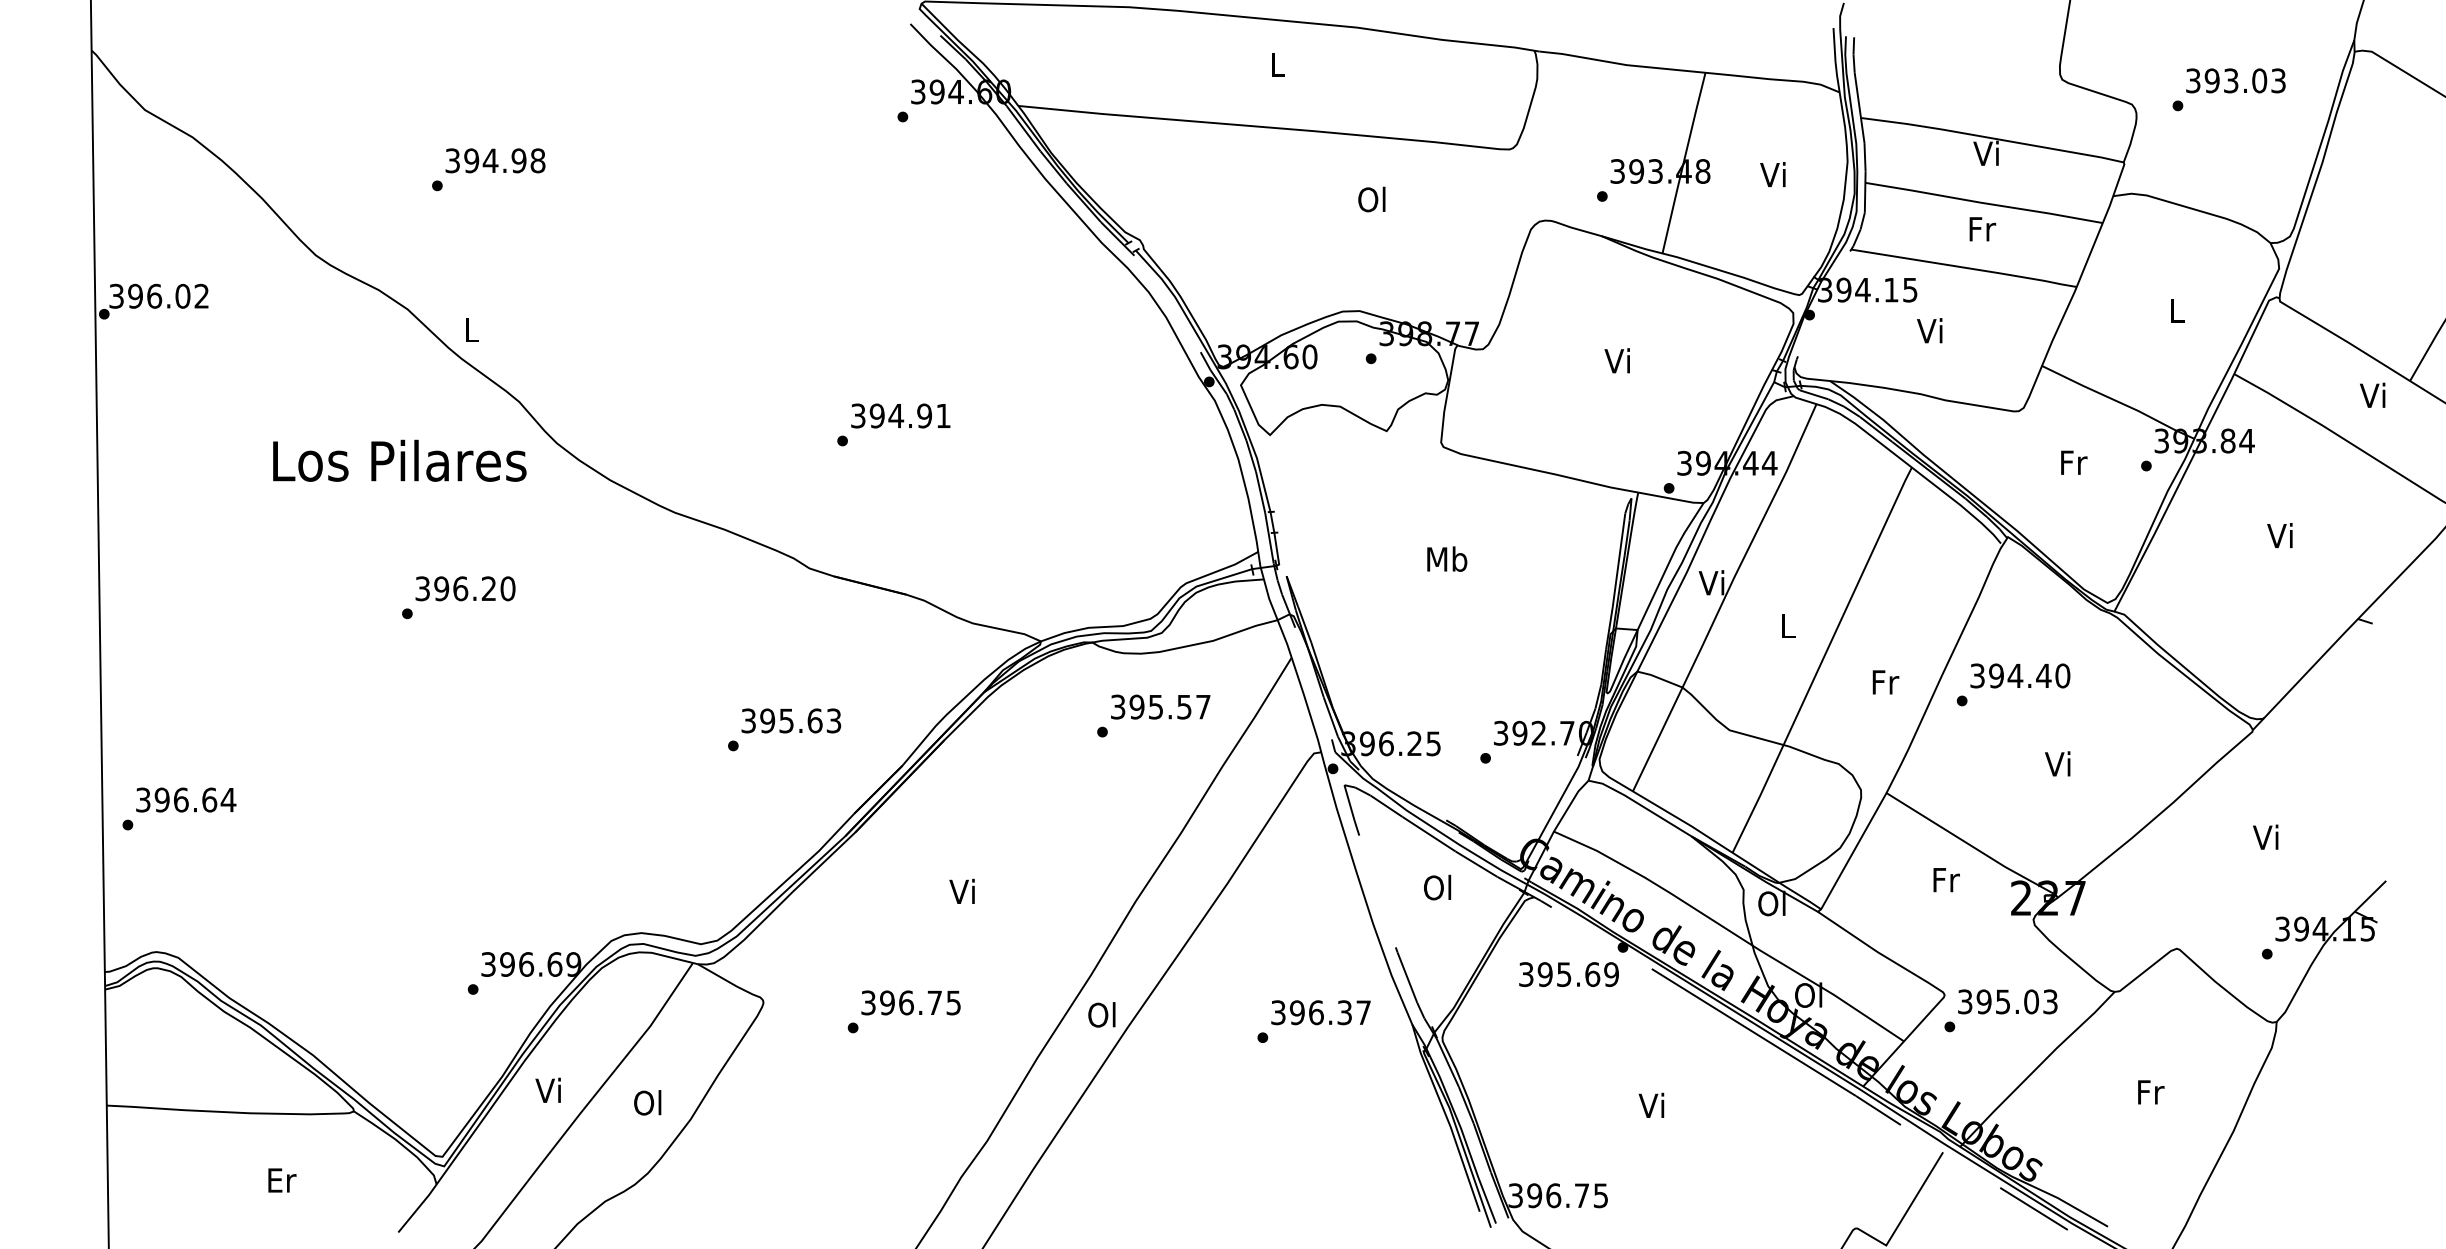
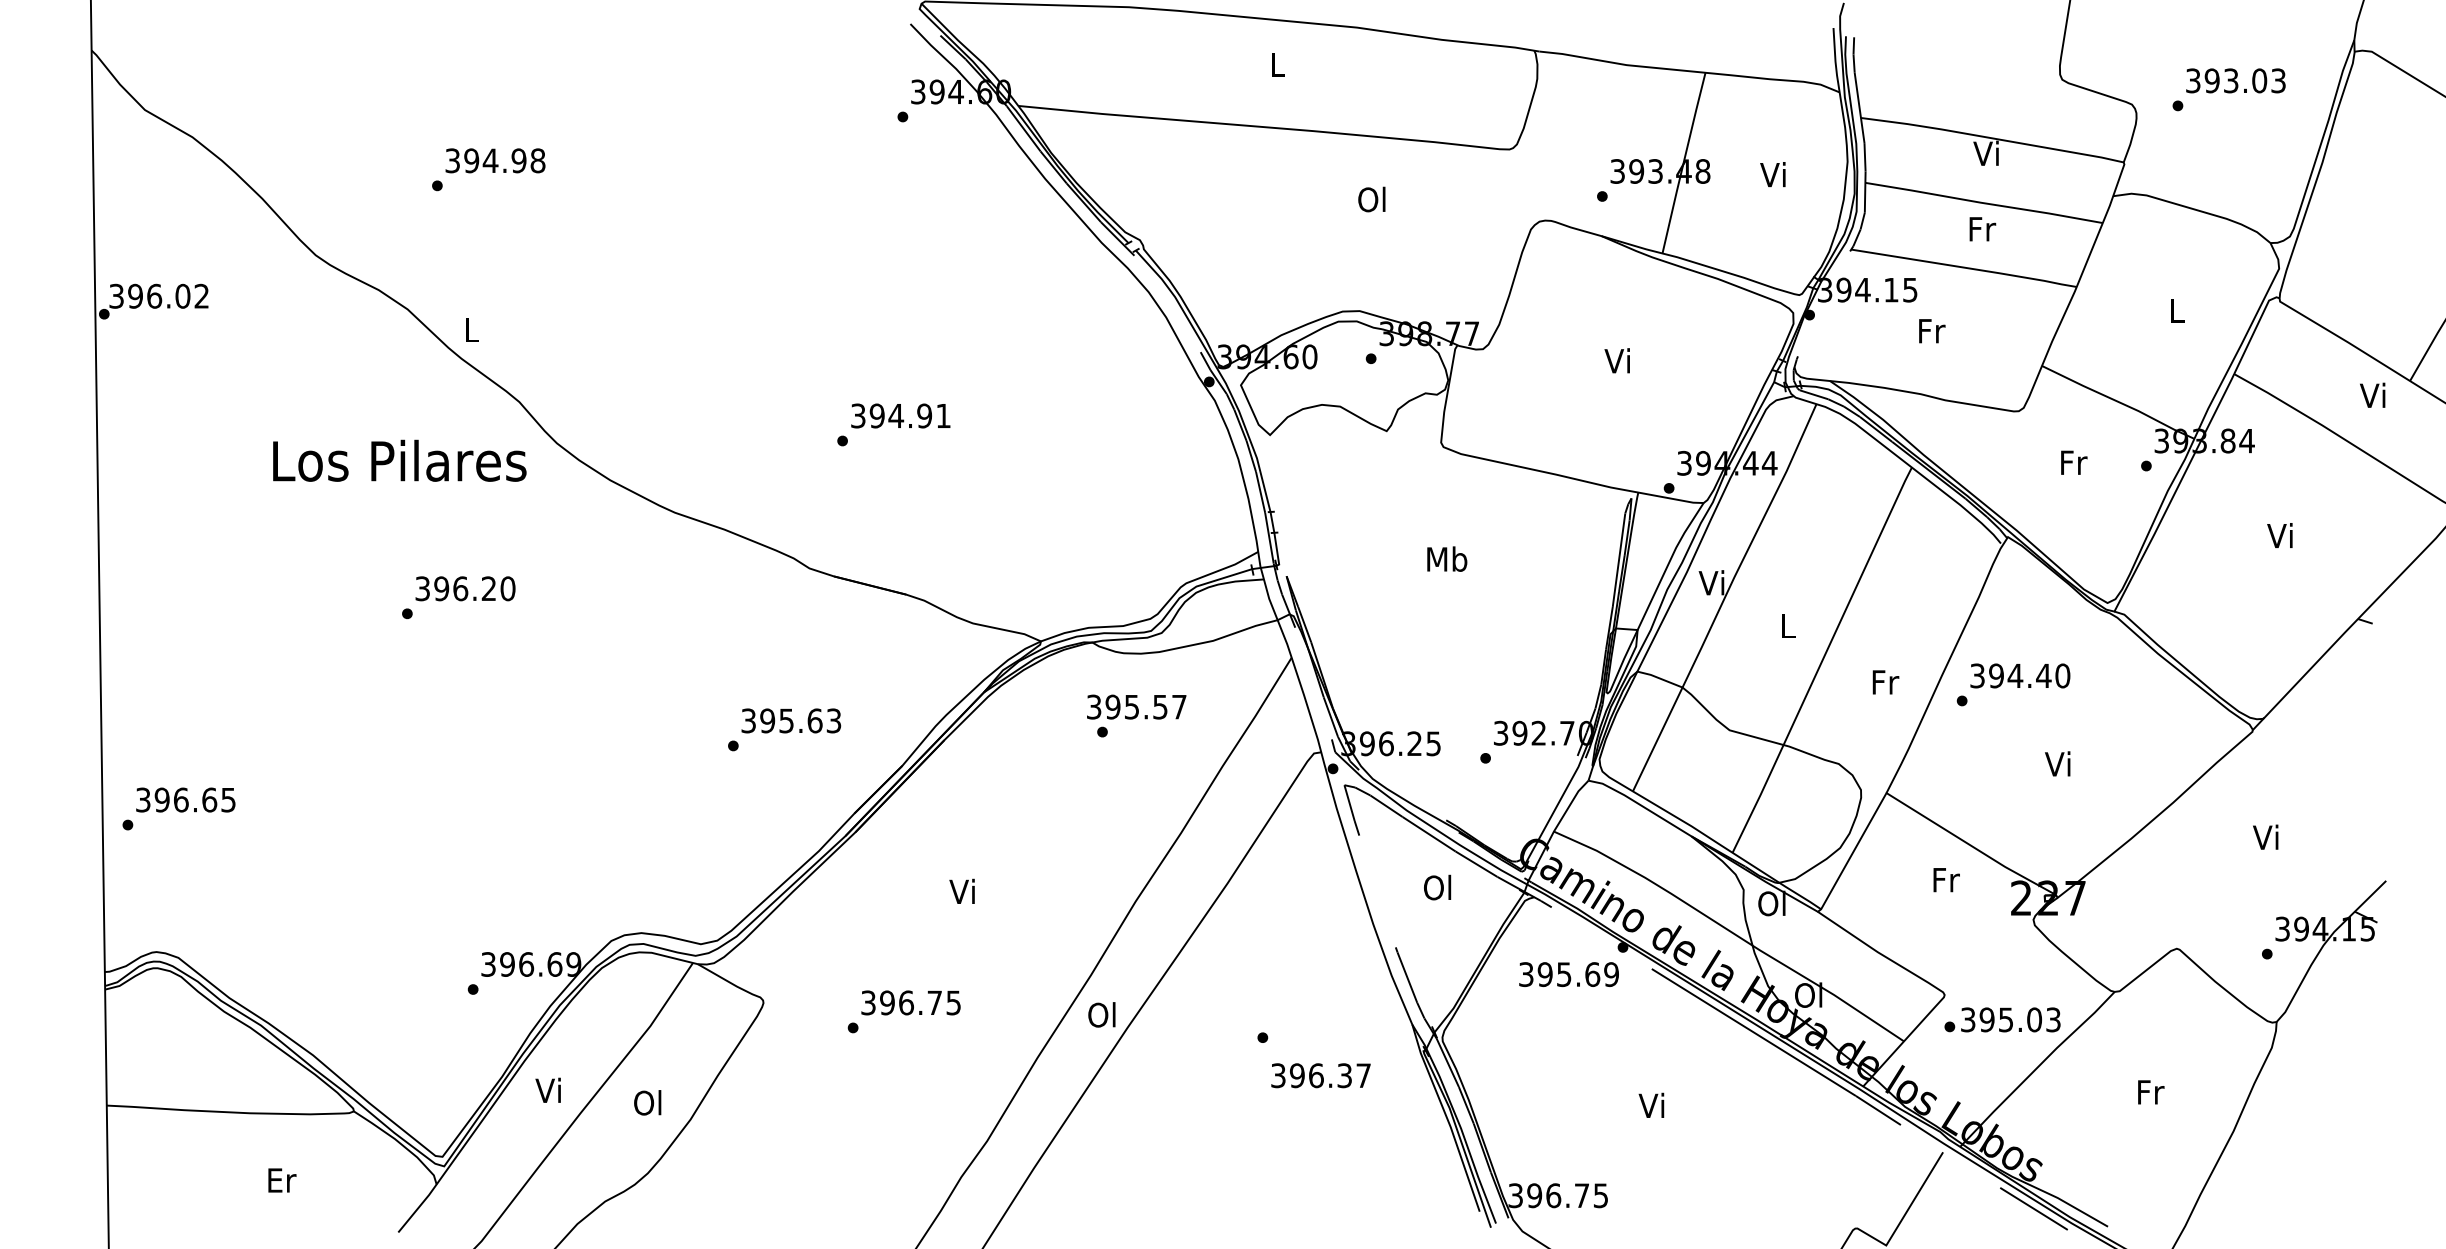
text at (1931, 330): Vi -> Fr
text at (1160, 706) position: (1160, 706) -> (1136, 706)
text at (228, 800): 396.64 -> 396.65
text at (2007, 1001) position: (2007, 1001) -> (2010, 1019)
text at (1320, 1012) position: (1320, 1012) -> (1320, 1075)
